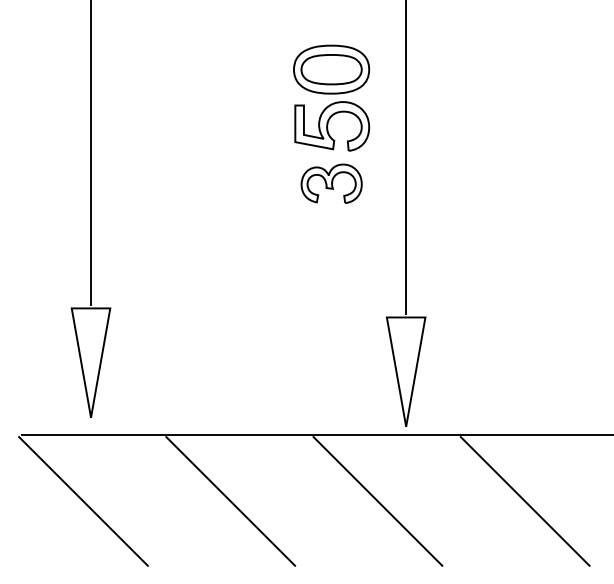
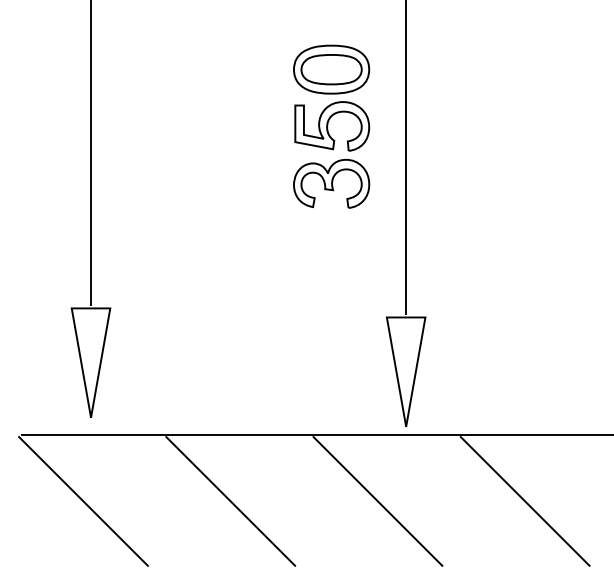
part at (331, 183) size: 63x41 px -> 78x51 px
